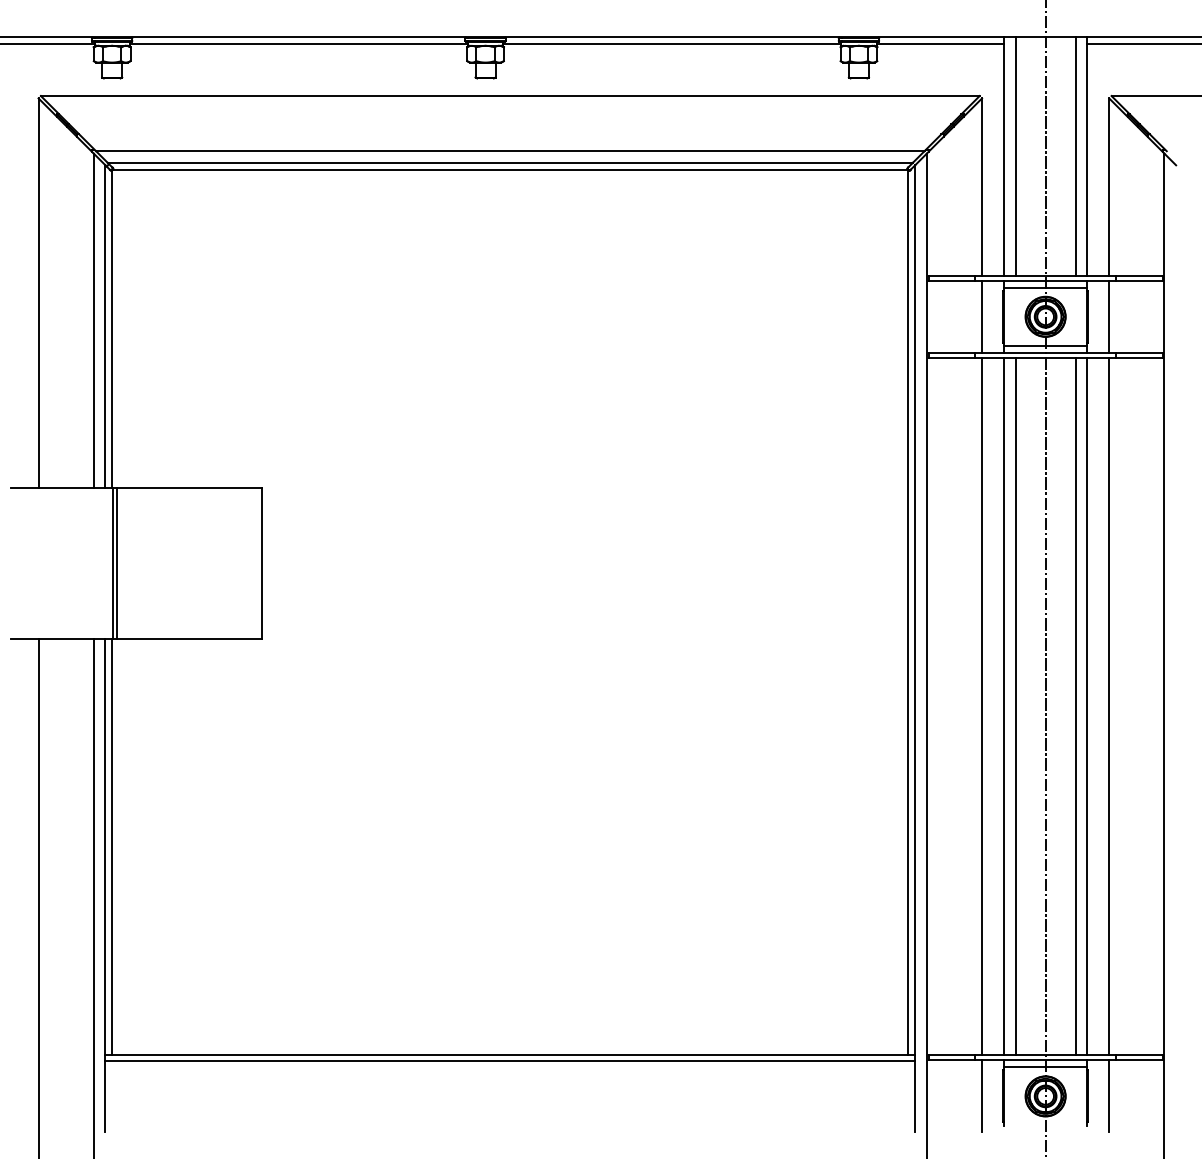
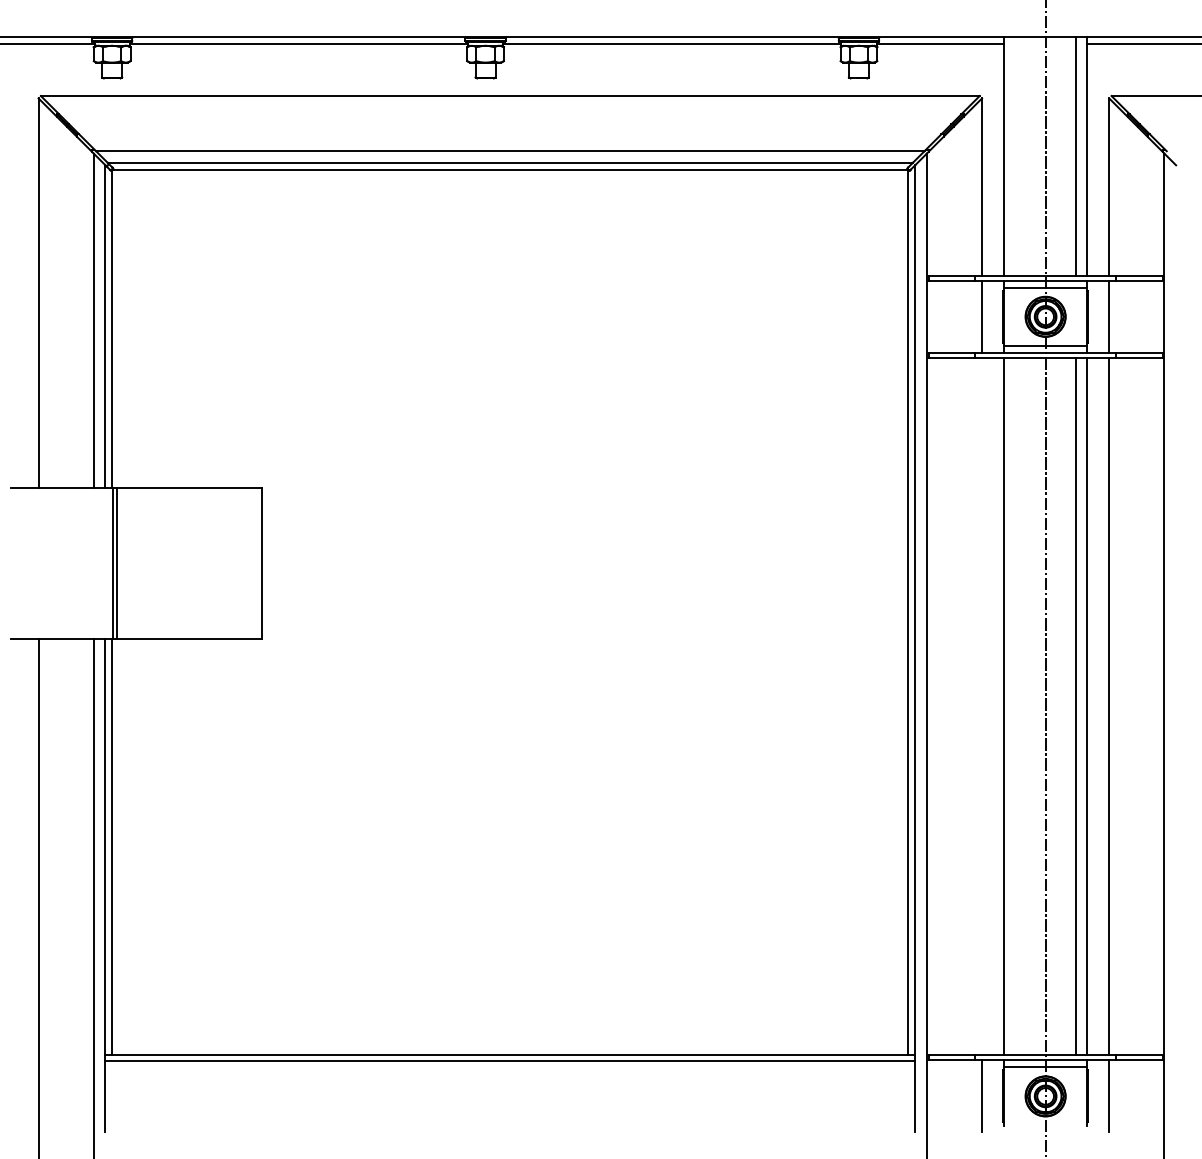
line at (1015, 156): present -> none
line at (982, 706): present -> none
line at (1015, 706): present -> none
